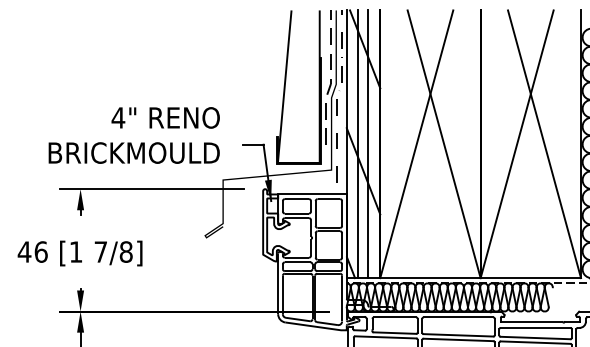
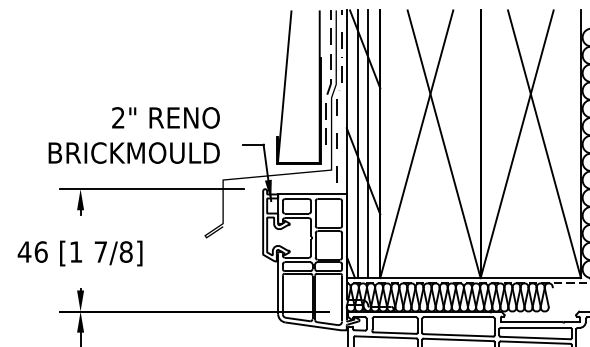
text at (118, 117): 4" -> 2"
